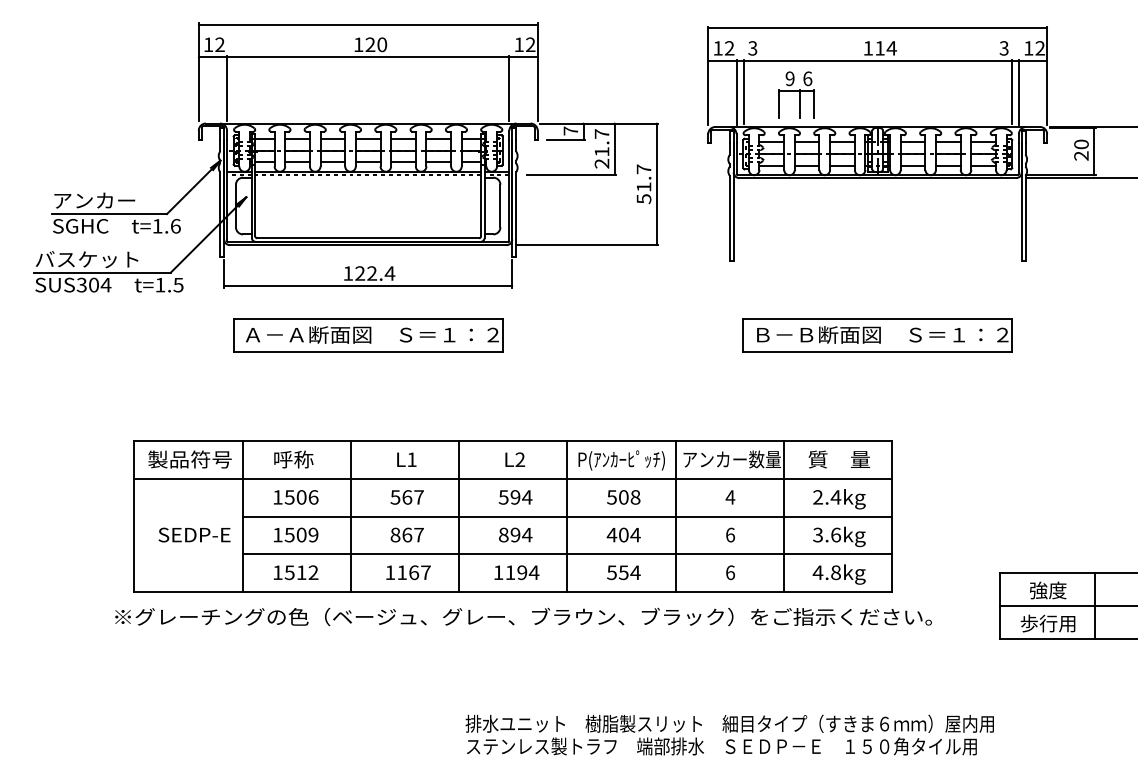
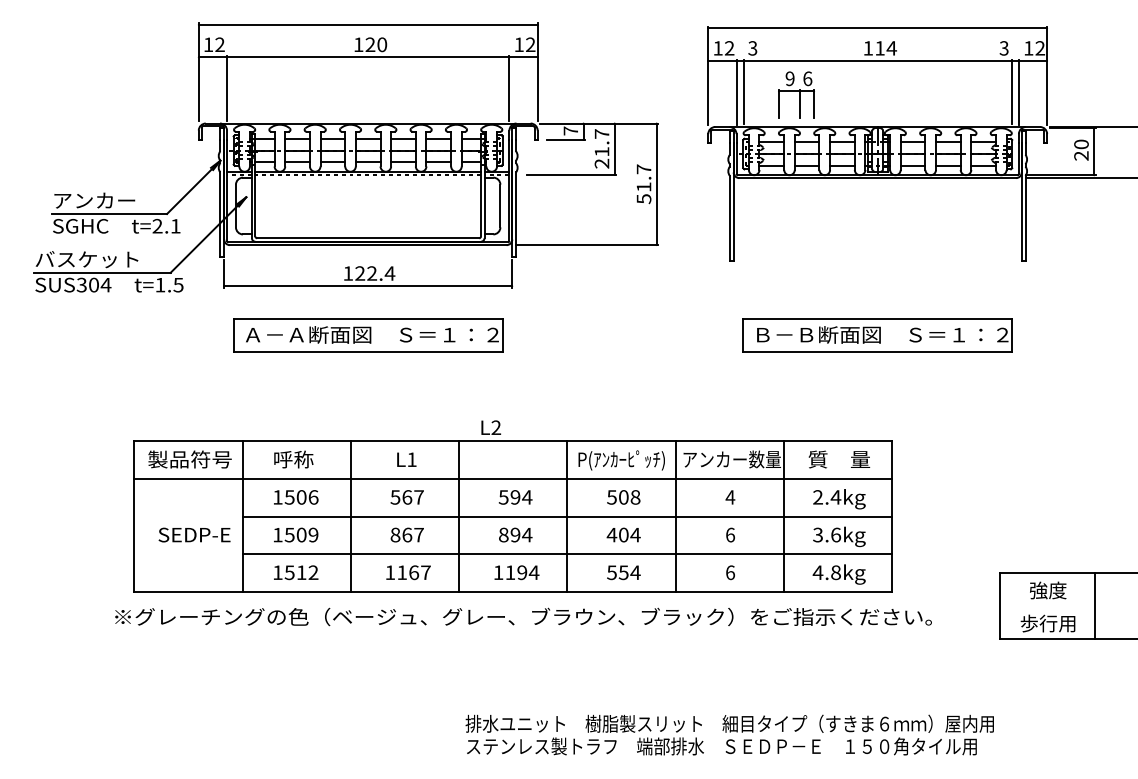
text at (166, 225): t=1.6 -> t=2.1
text at (514, 459) position: (514, 459) -> (490, 427)
line at (1067, 606): present -> none
